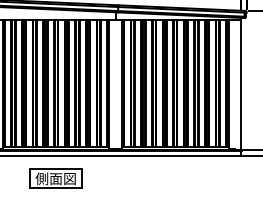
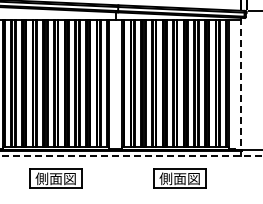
line at (241, 83): solid -> dashed
line at (131, 156): solid -> dashed
part at (179, 178): none -> present
